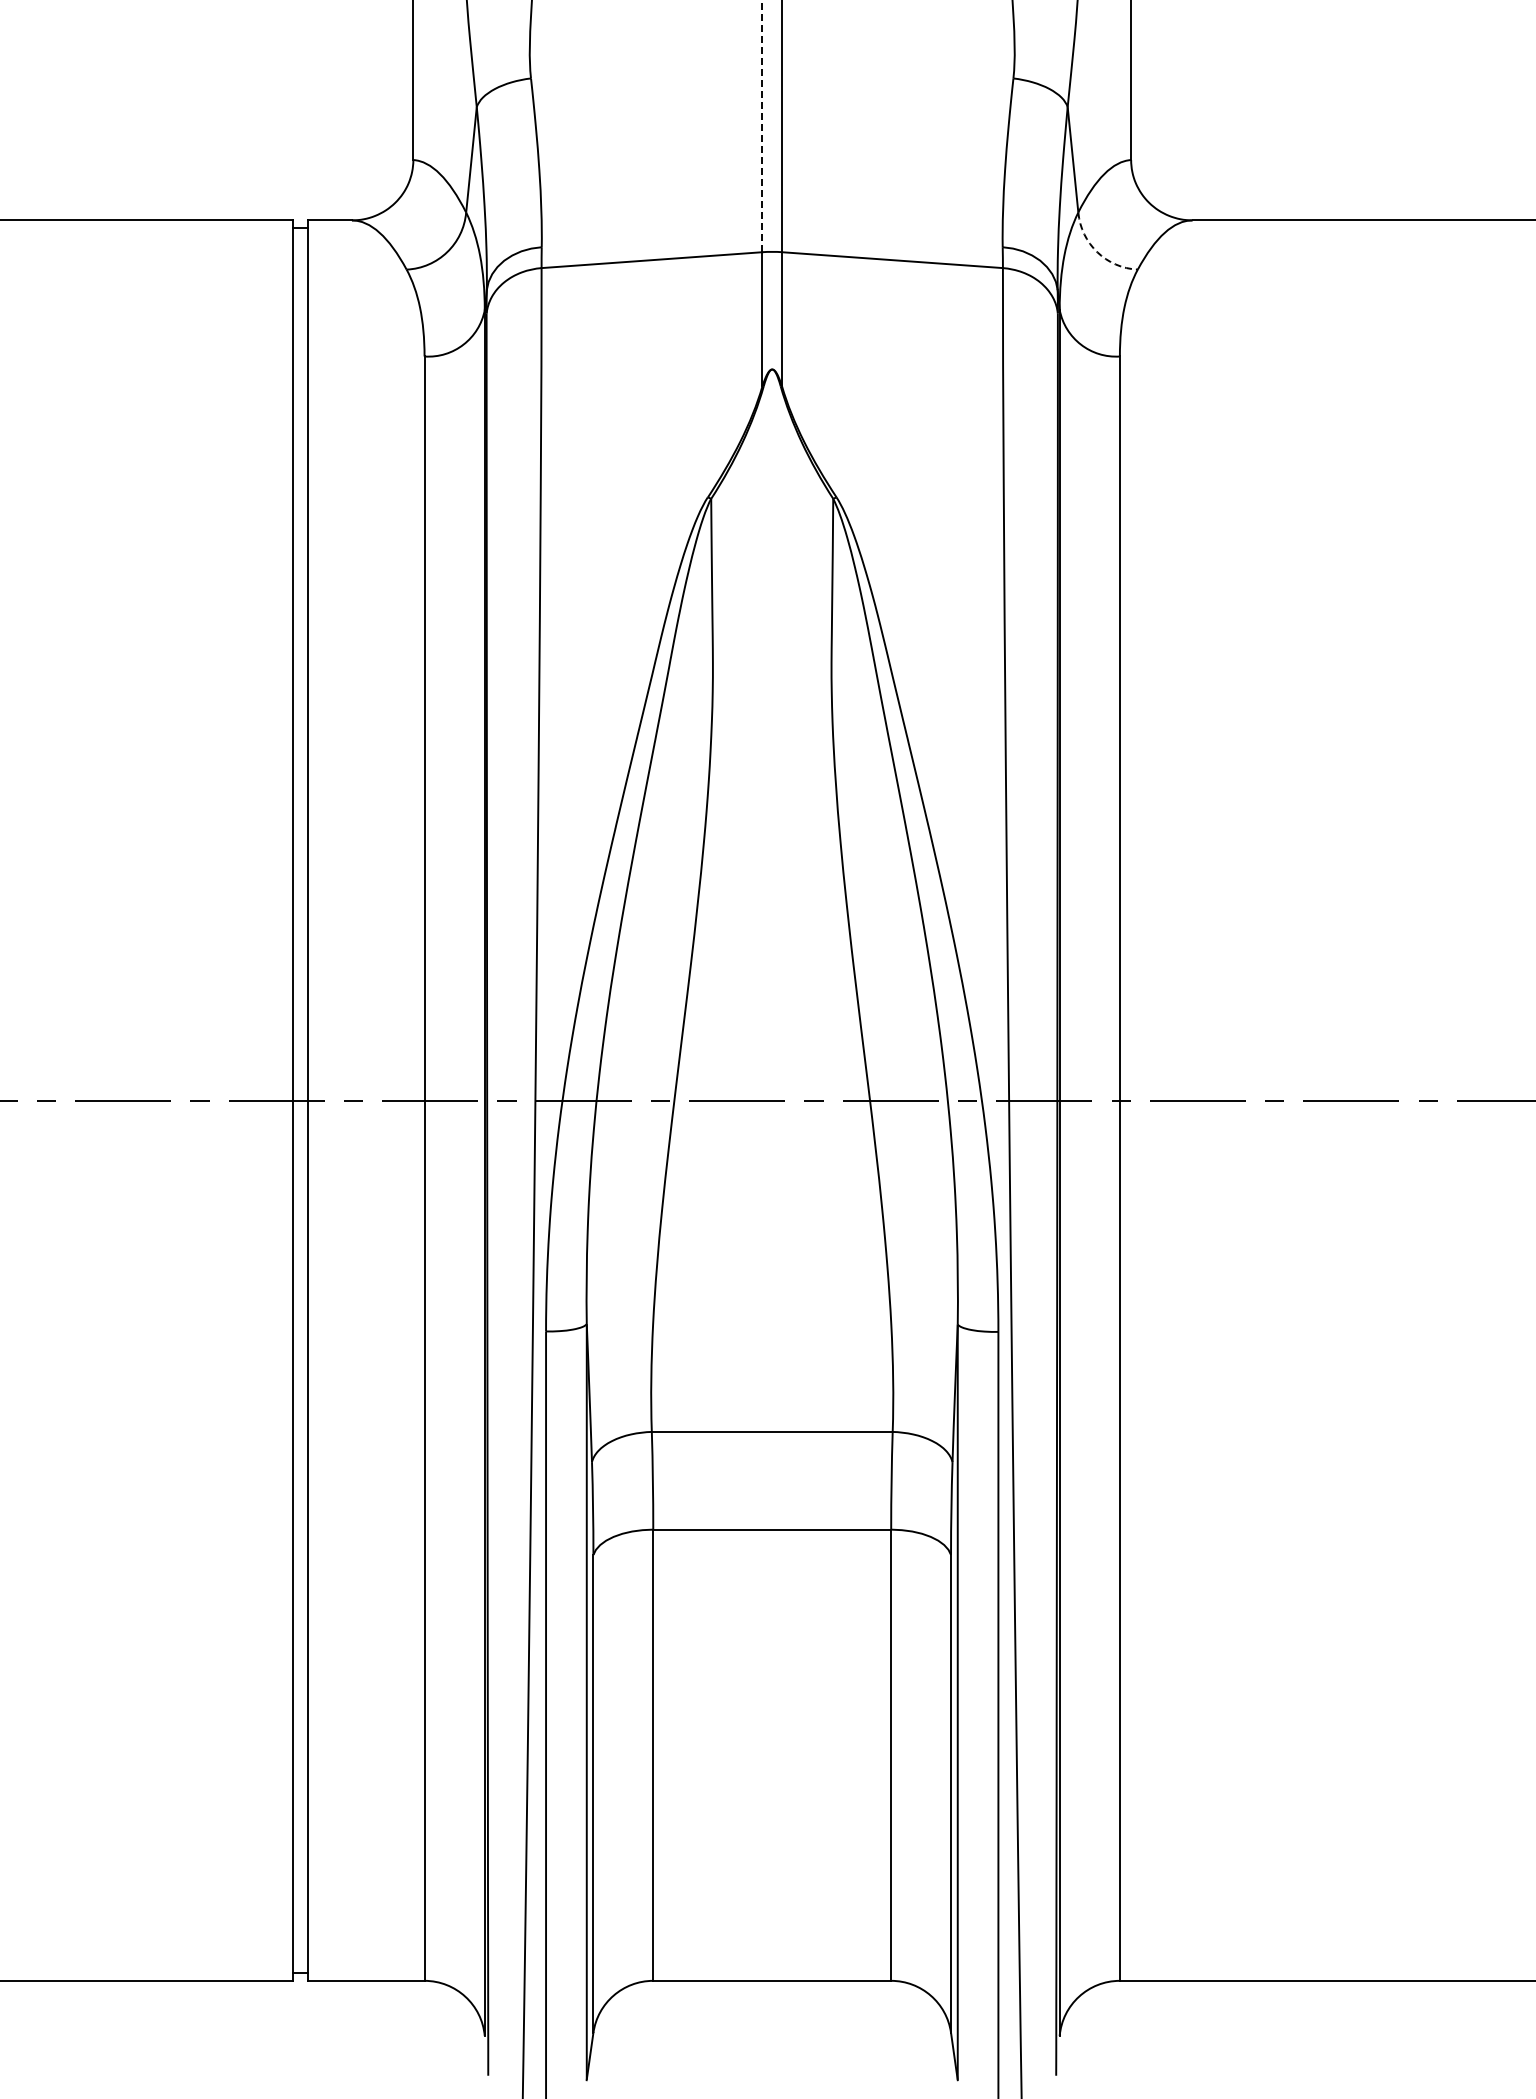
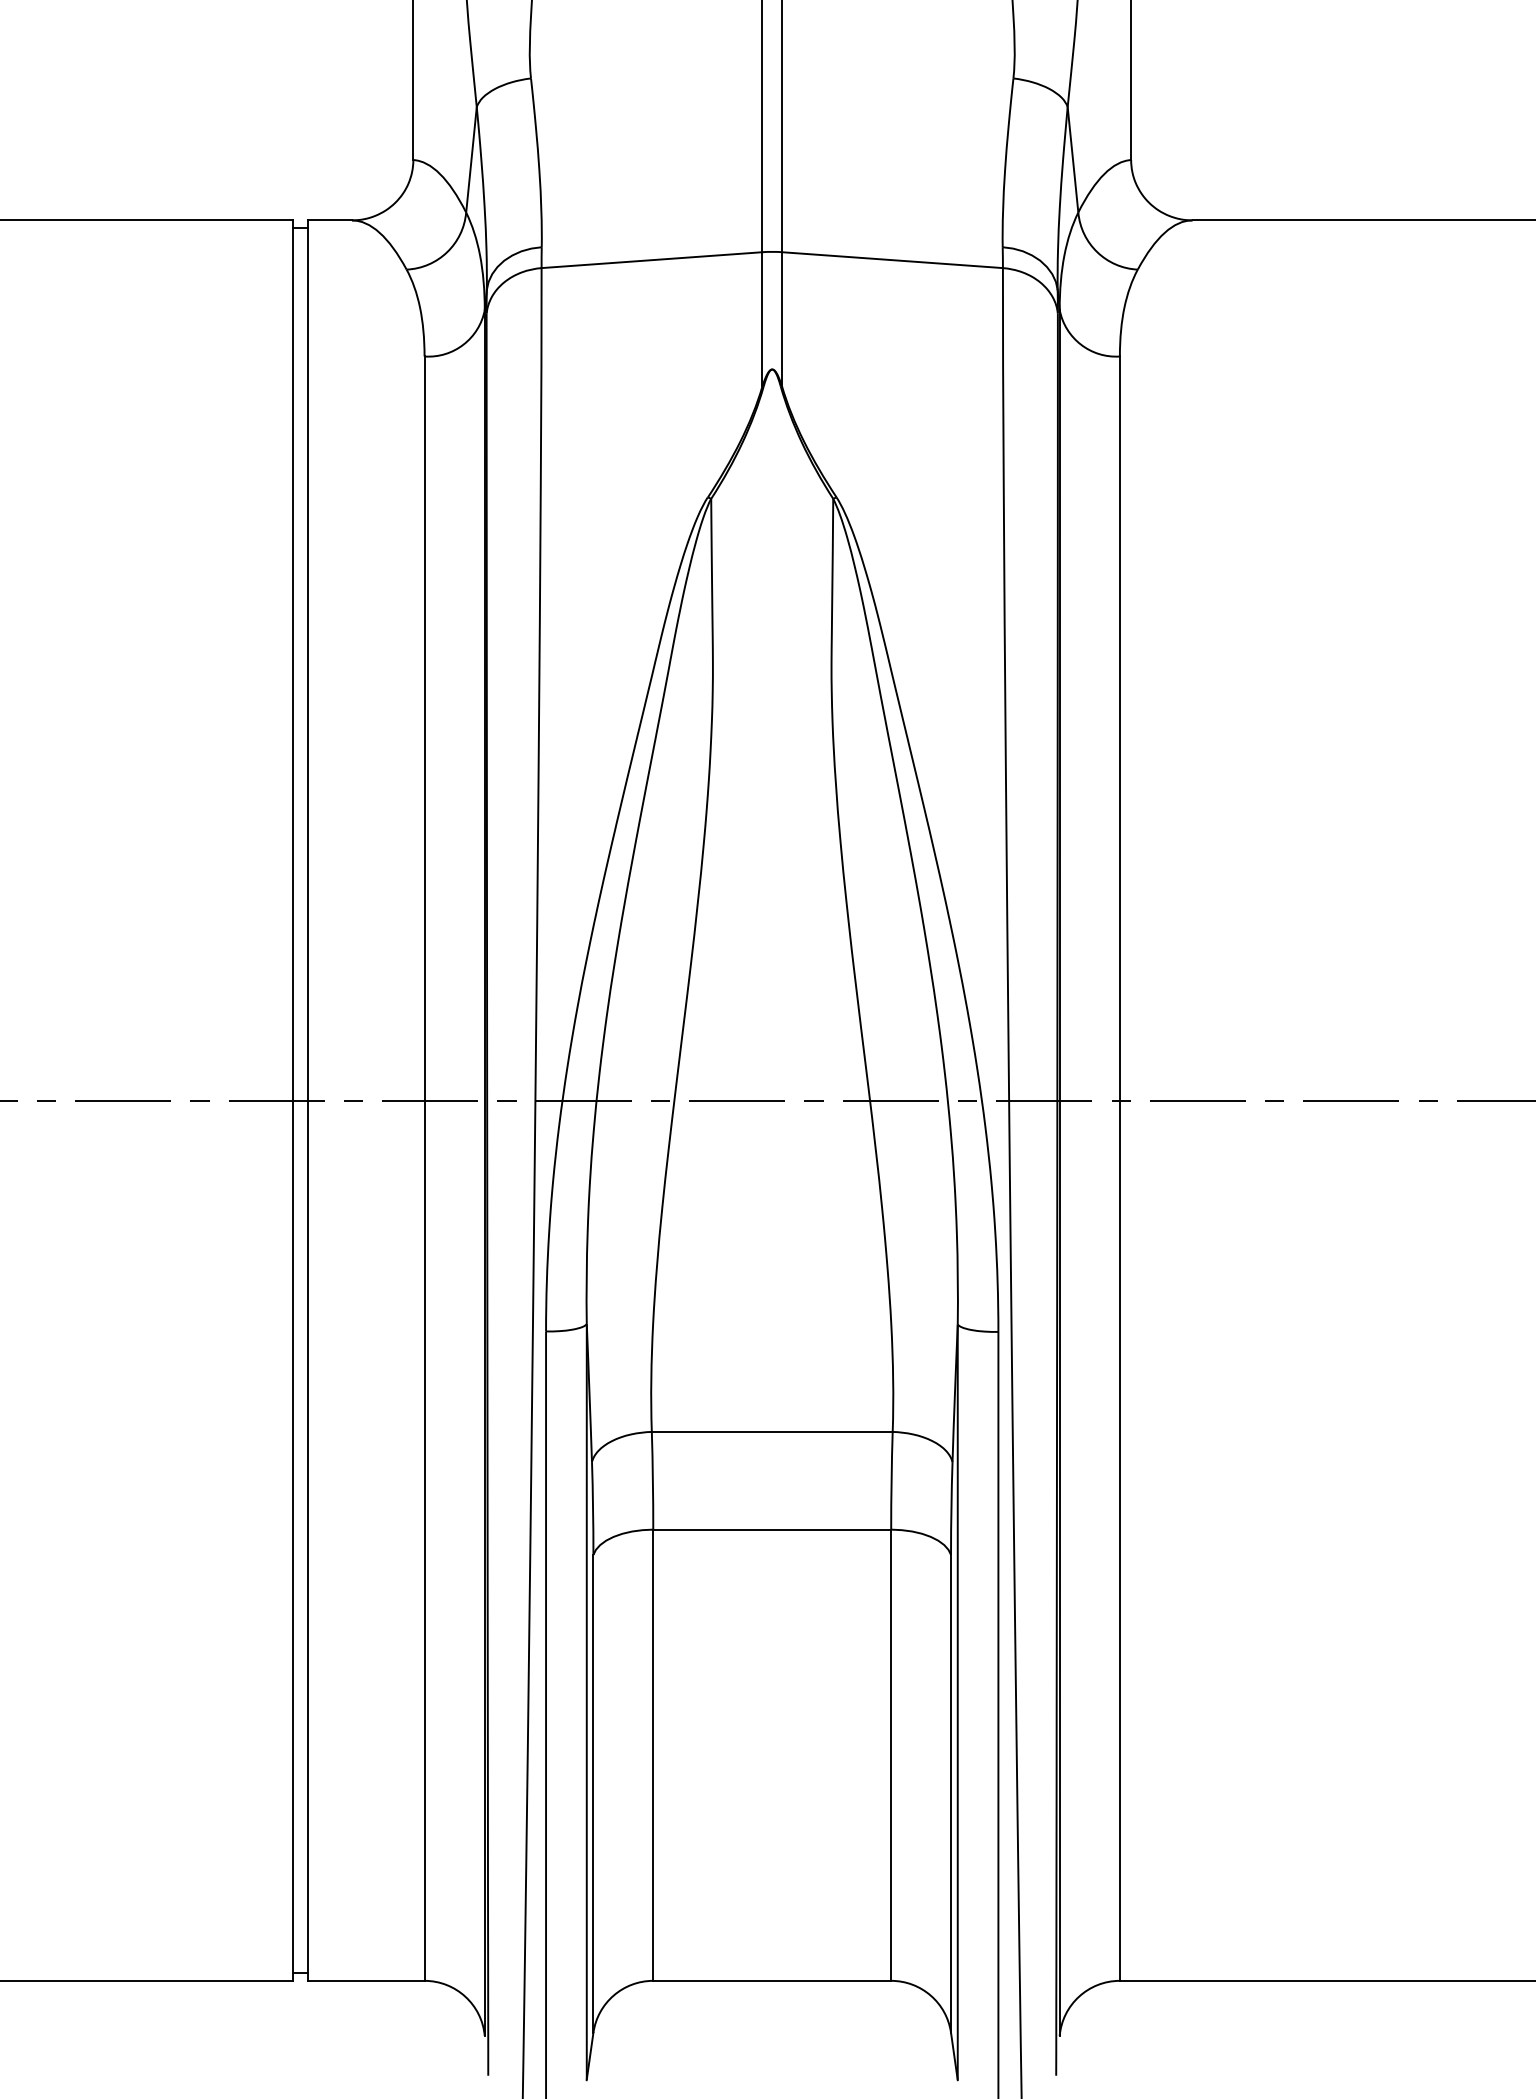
line at (762, 125): dashed -> solid
arc at (1097, 252): dashed -> solid
